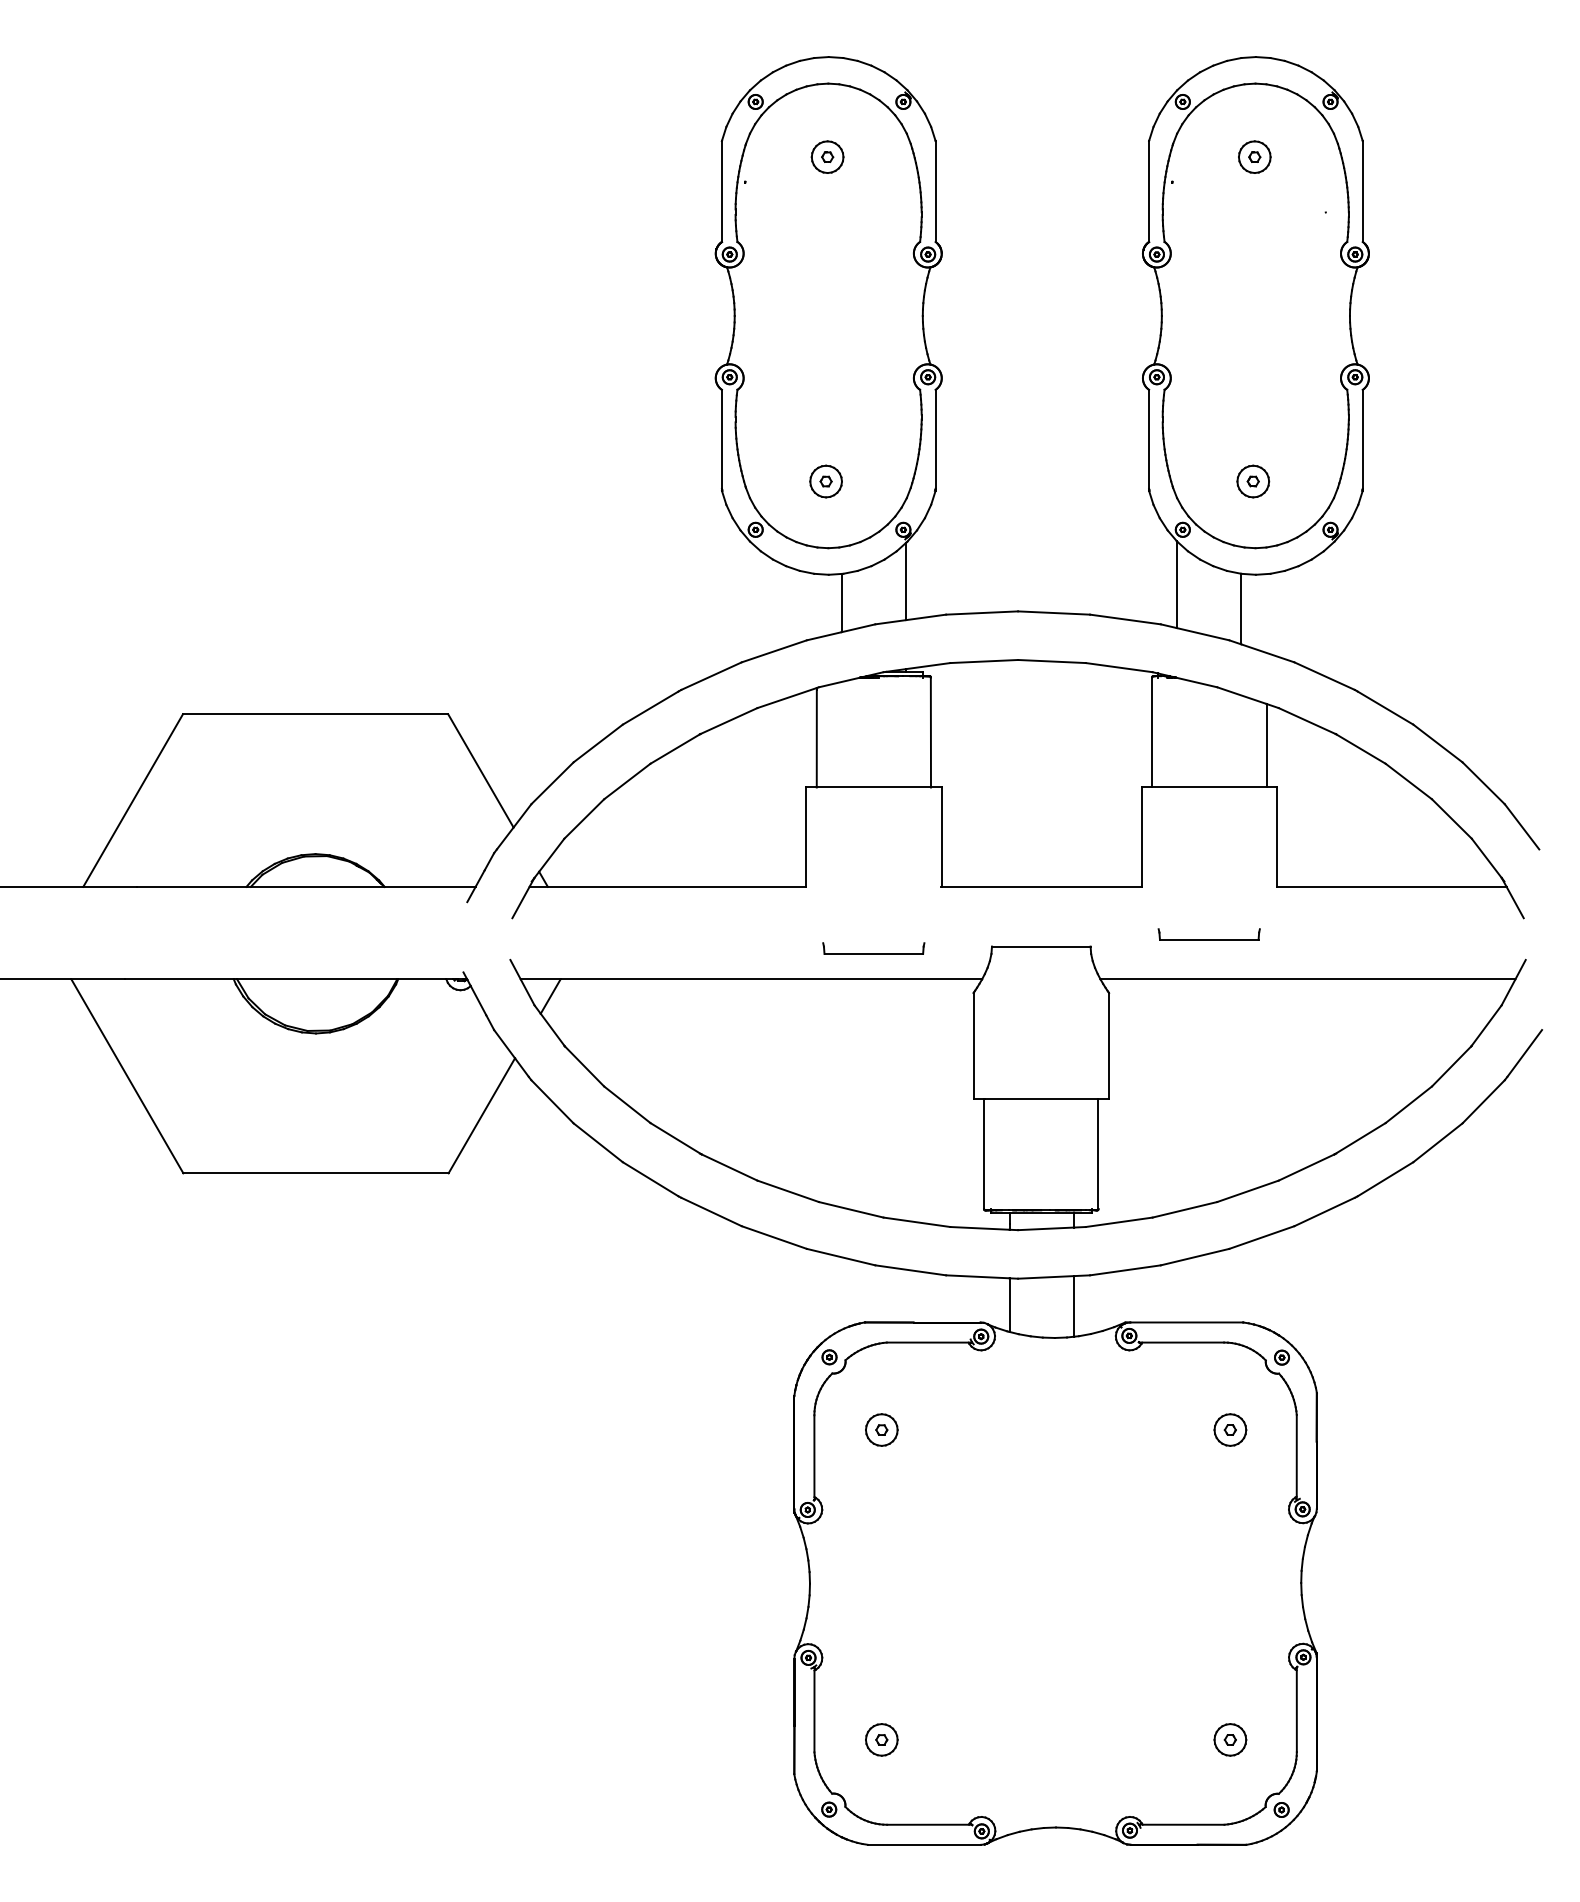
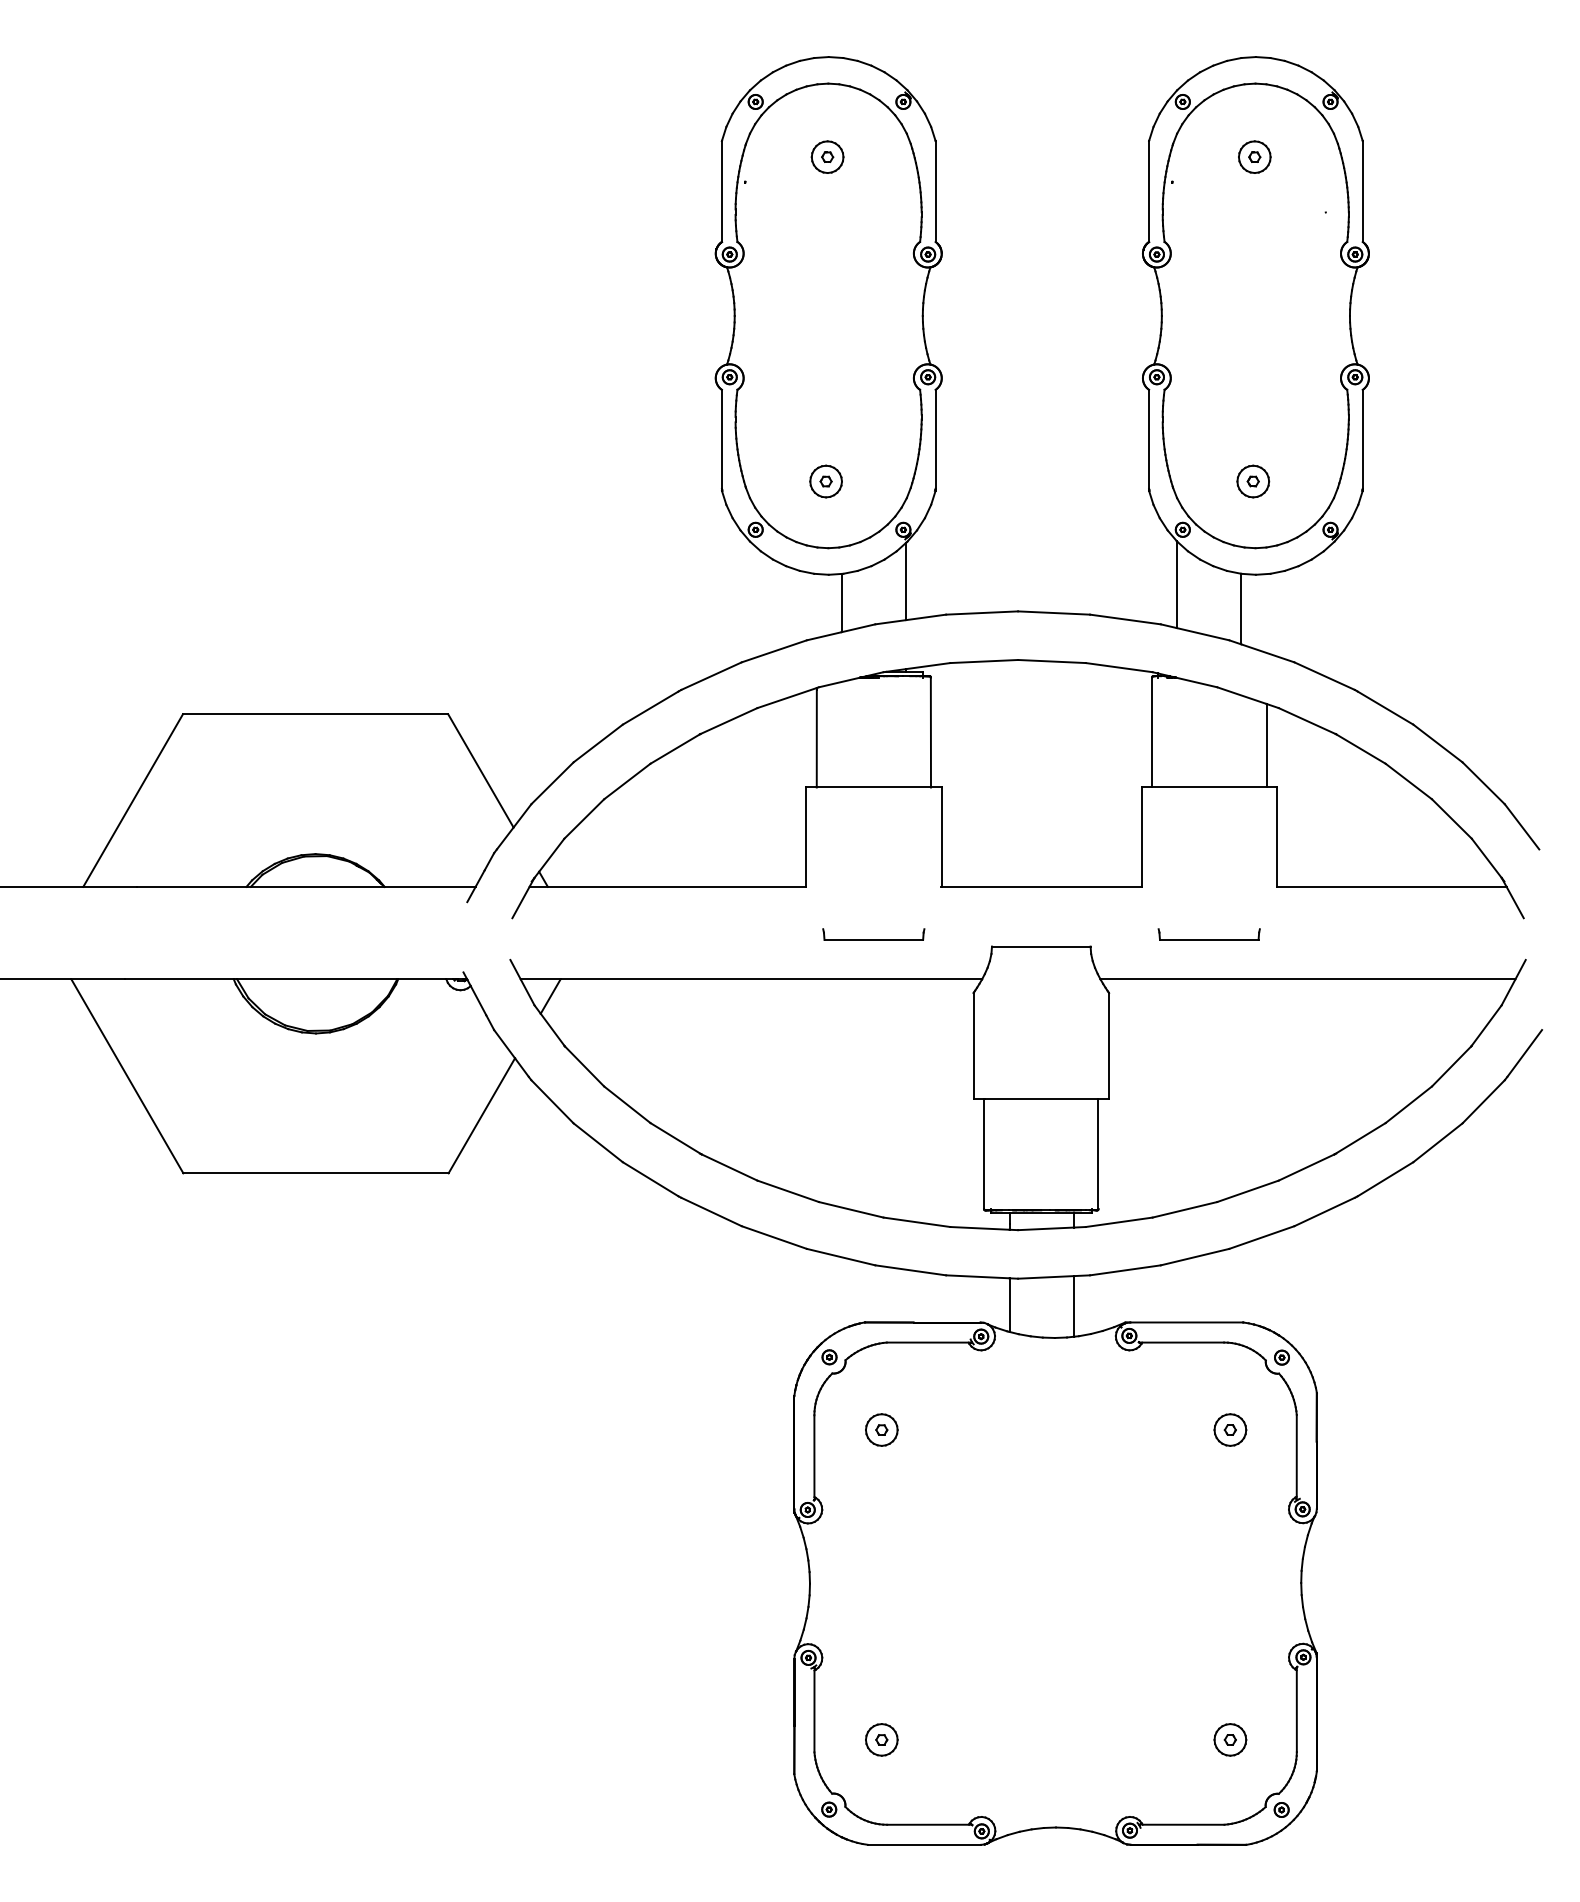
part at (873, 948) position: (873, 948) -> (873, 934)
